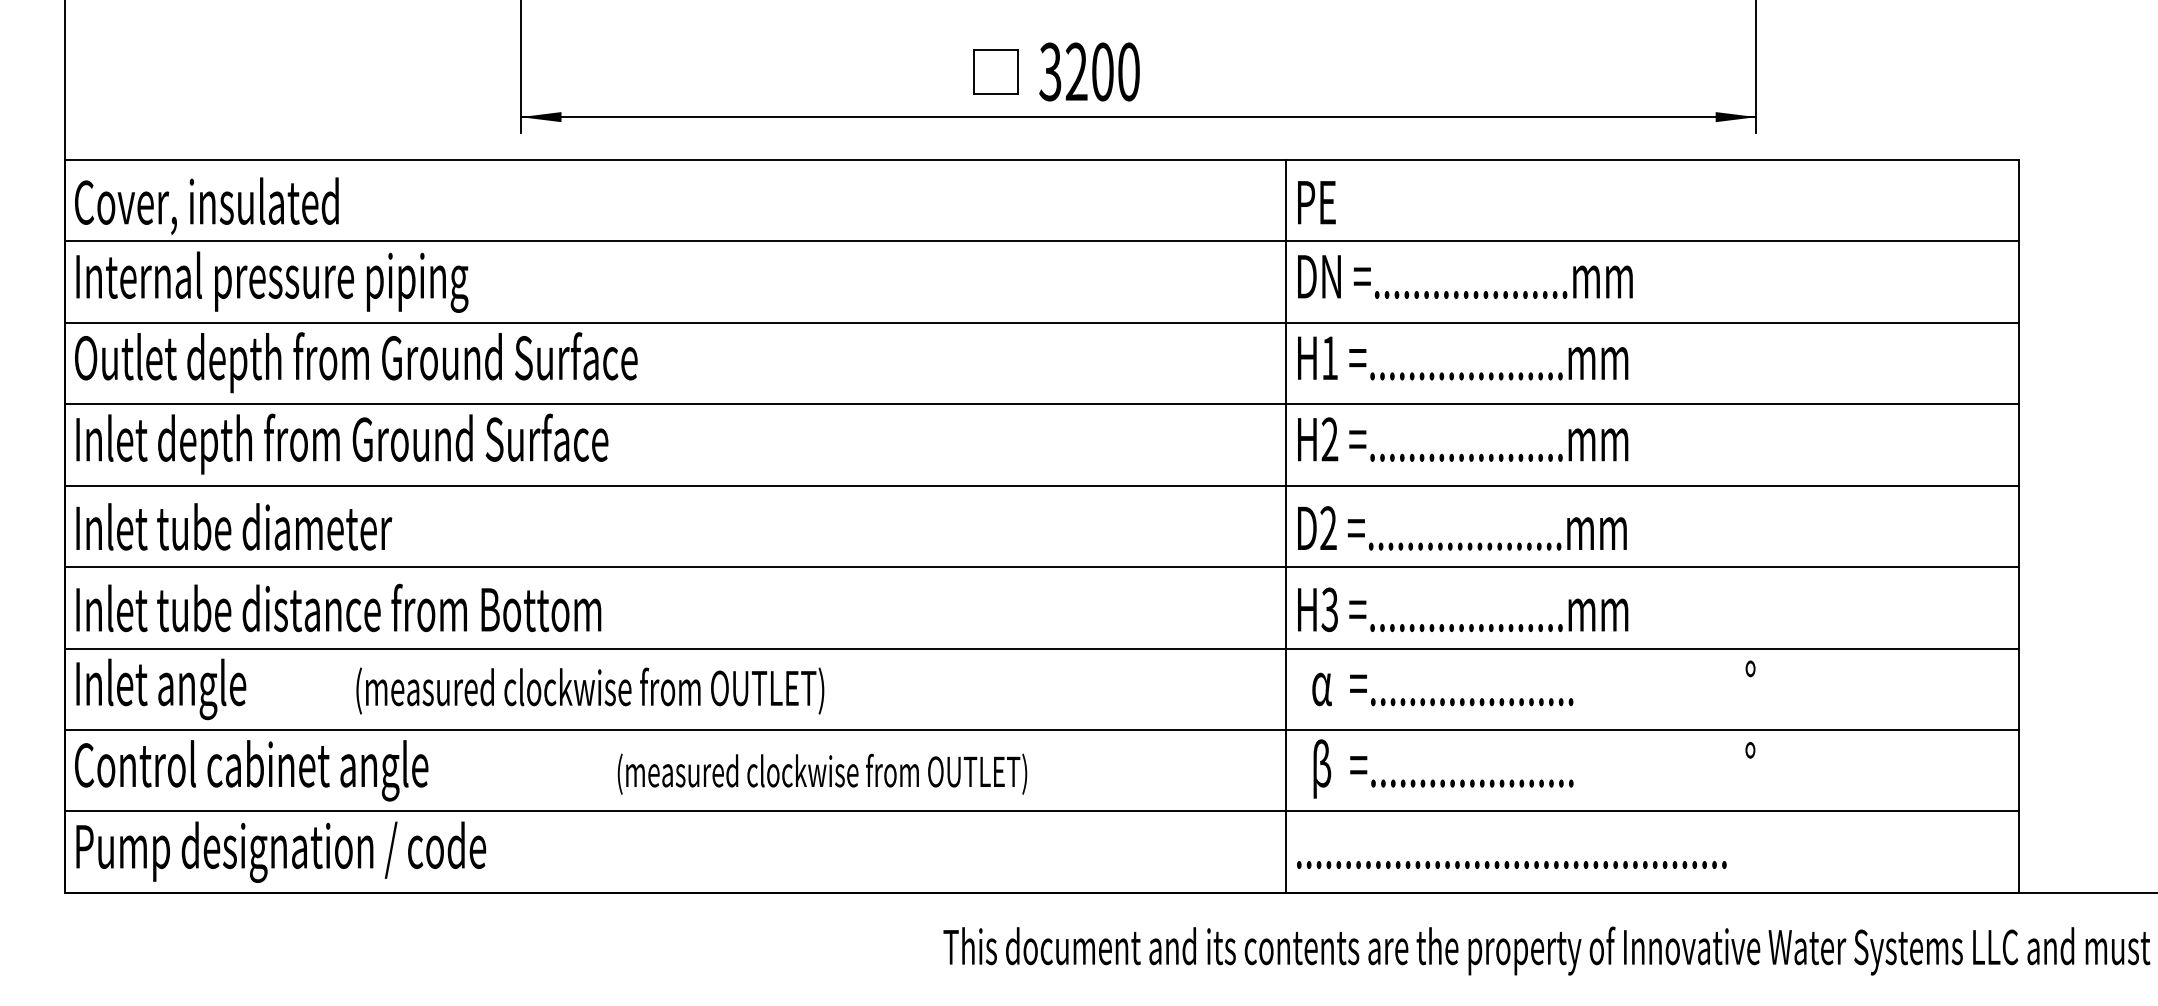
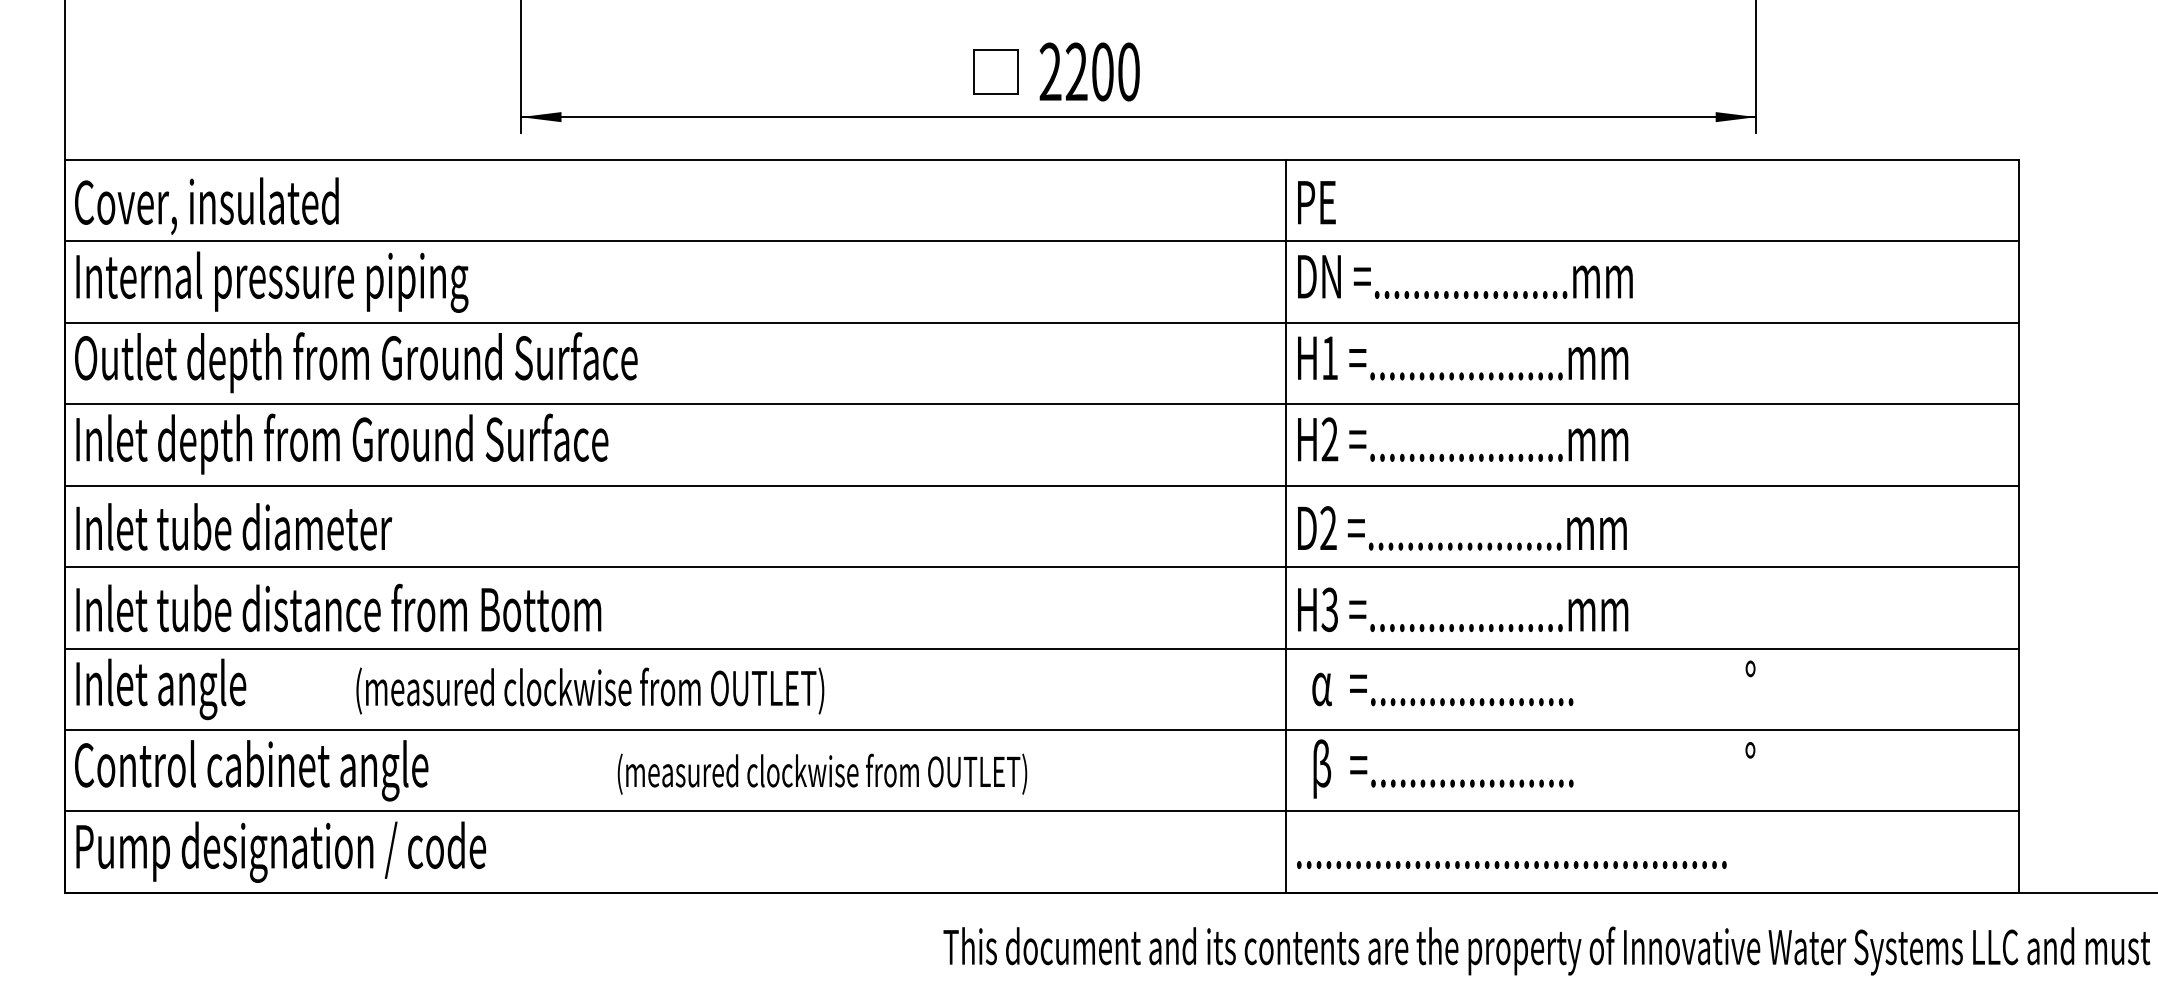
text at (1050, 72): 3200 -> 2200
